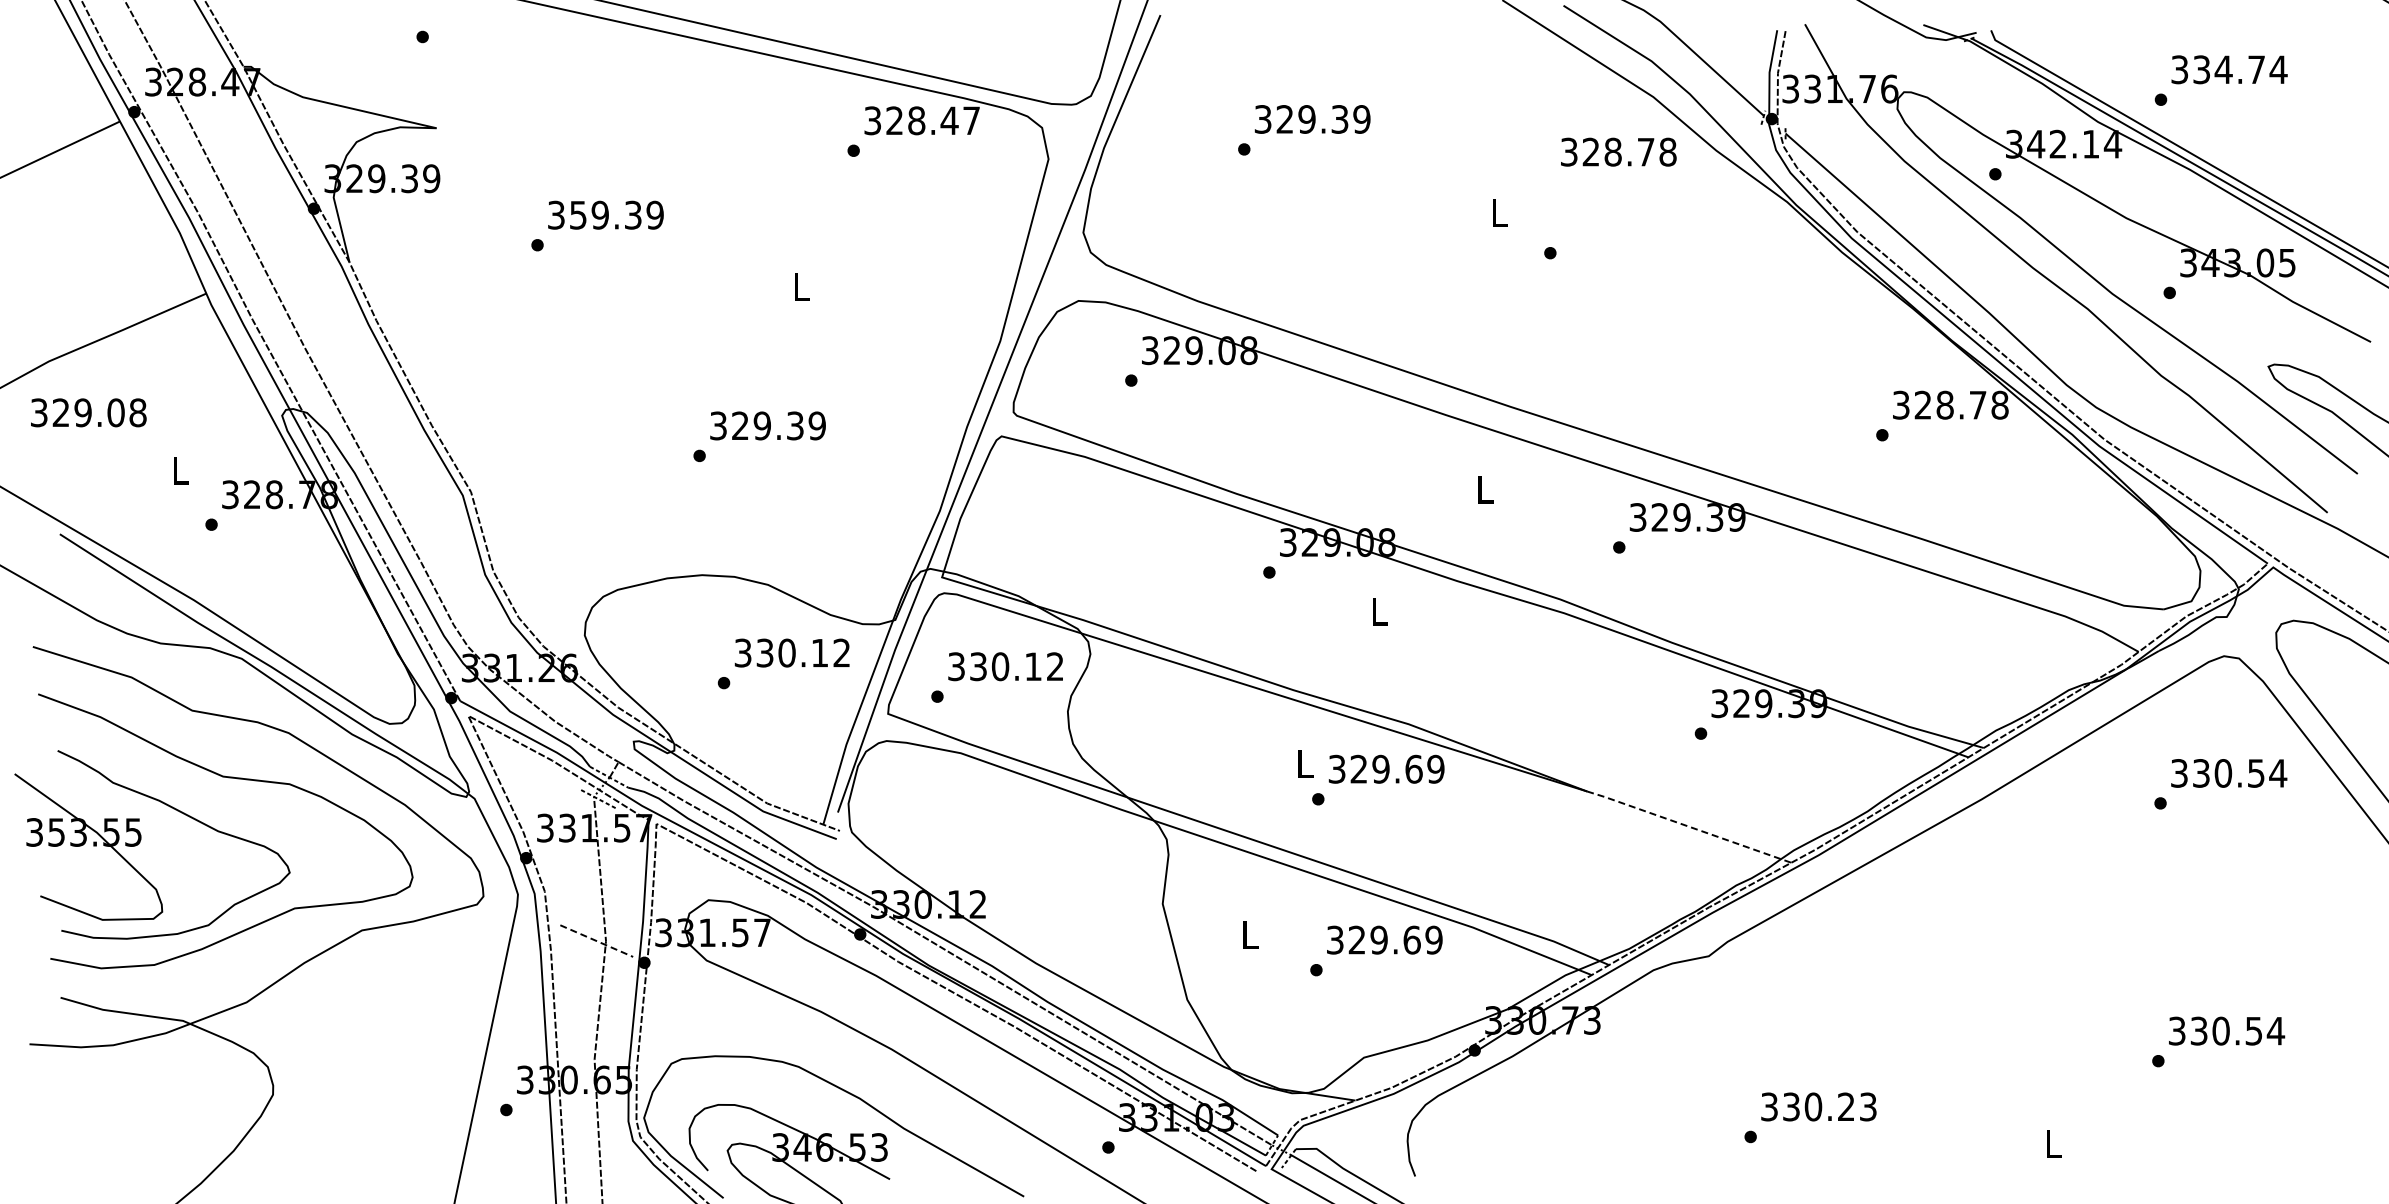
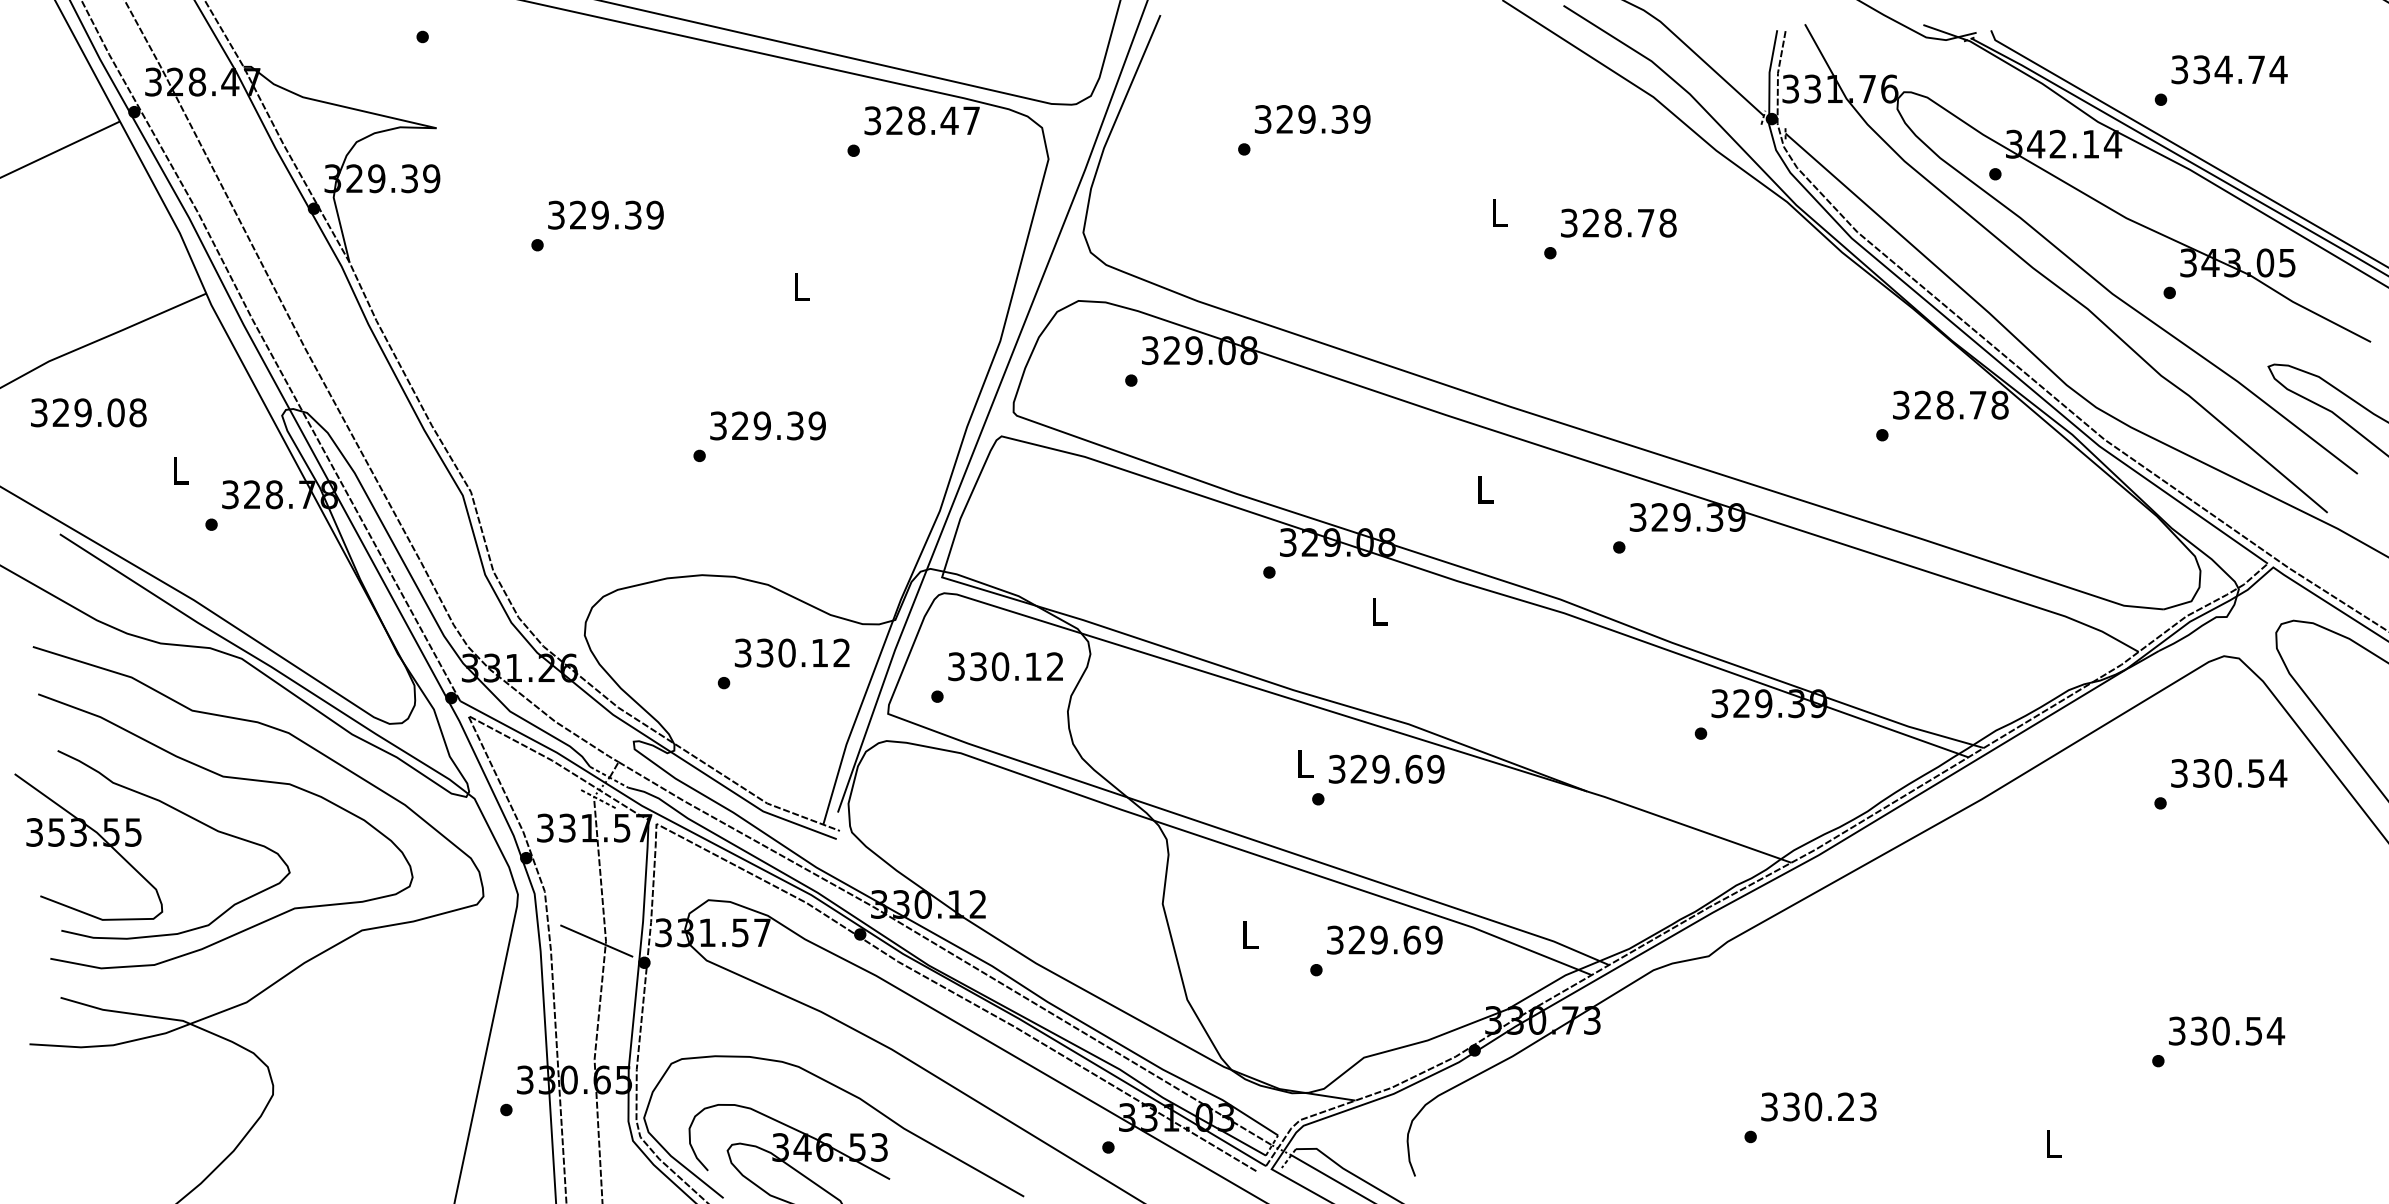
text at (1618, 151) position: (1618, 151) -> (1618, 222)
text at (578, 214): 359.39 -> 329.39
line at (1688, 826): dashed -> solid
line at (596, 941): dashed -> solid
